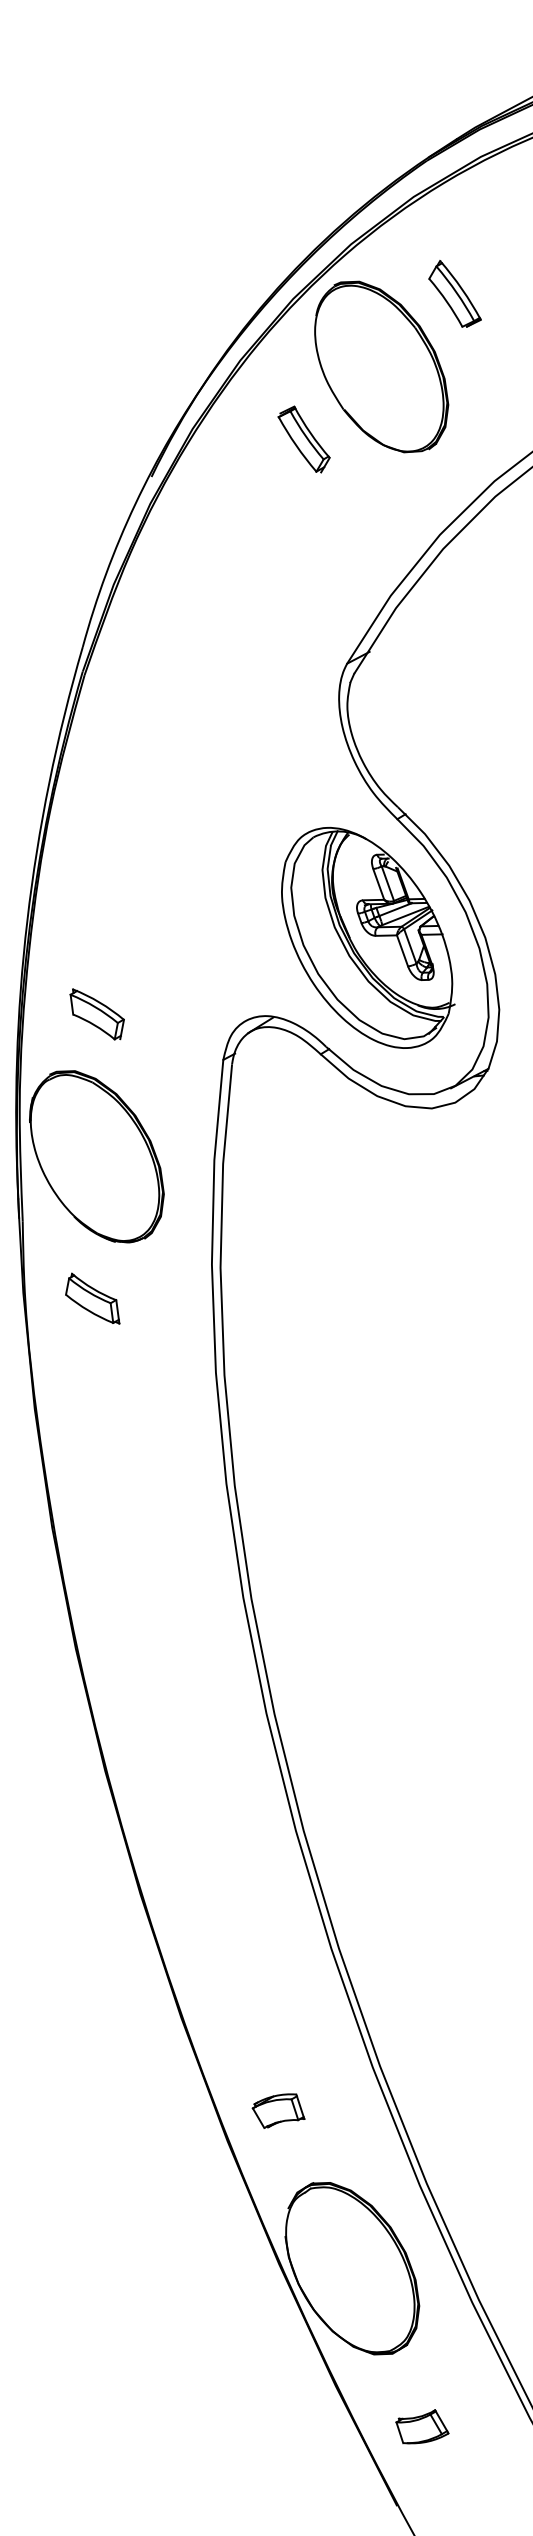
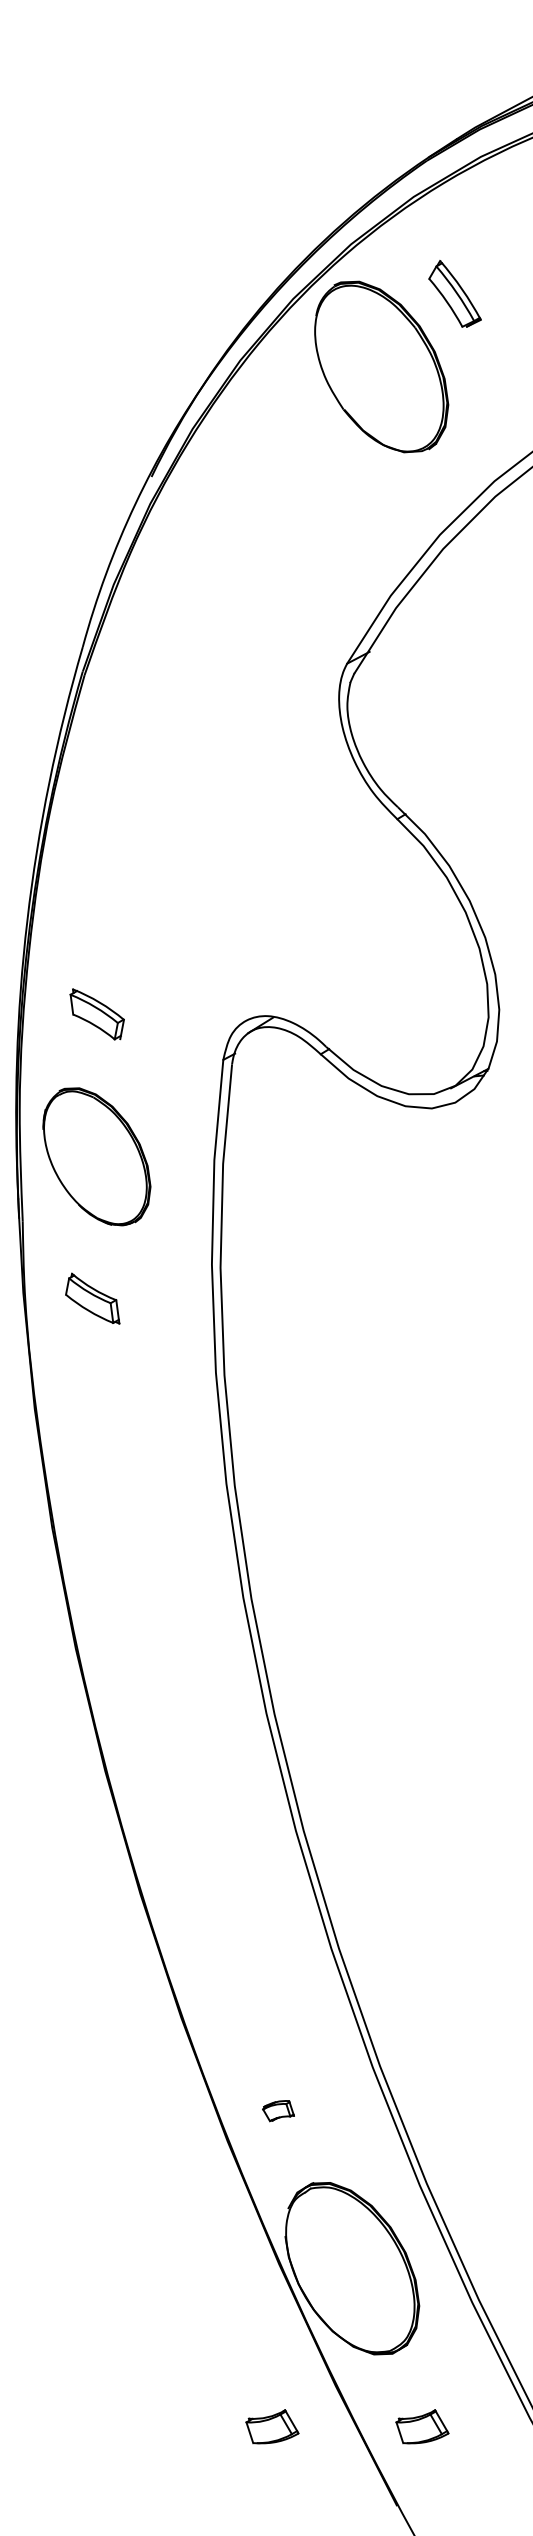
part at (303, 439): present -> none
part at (368, 937): present -> none
part at (96, 1156) size: 136x174 px -> 110x140 px
part at (278, 2110) size: 55x36 px -> 33x23 px
part at (272, 2426): none -> present
